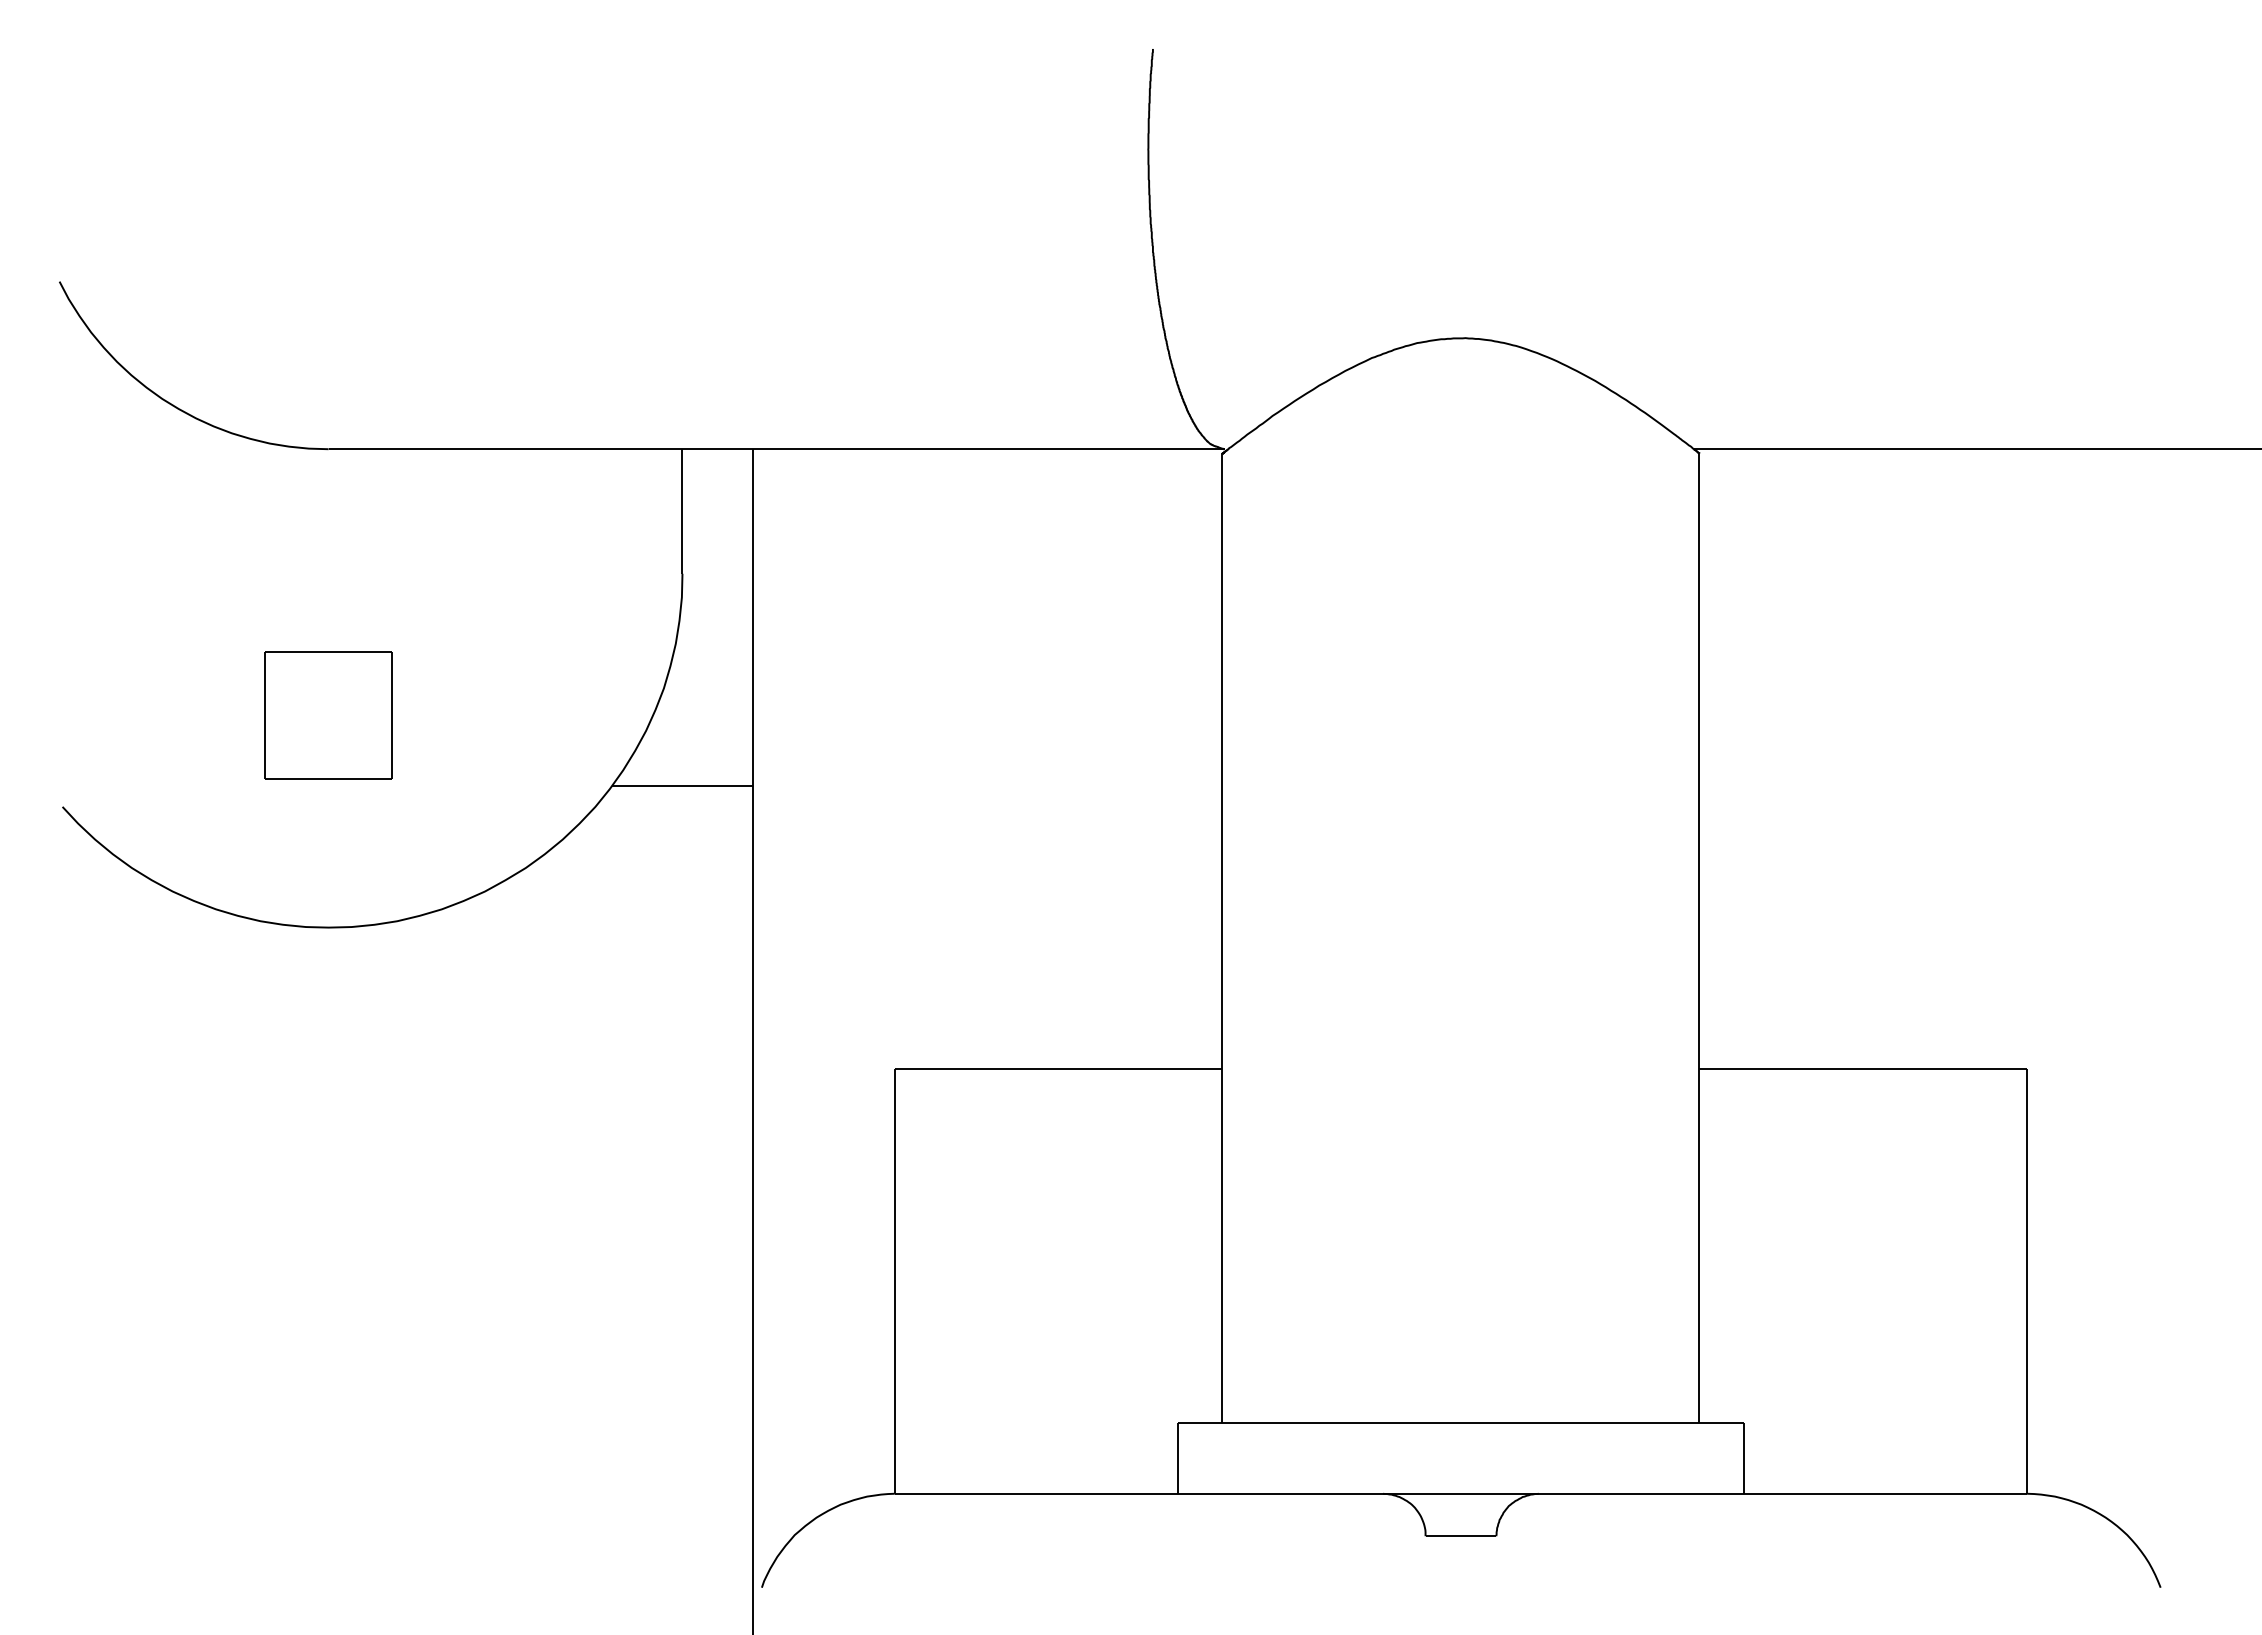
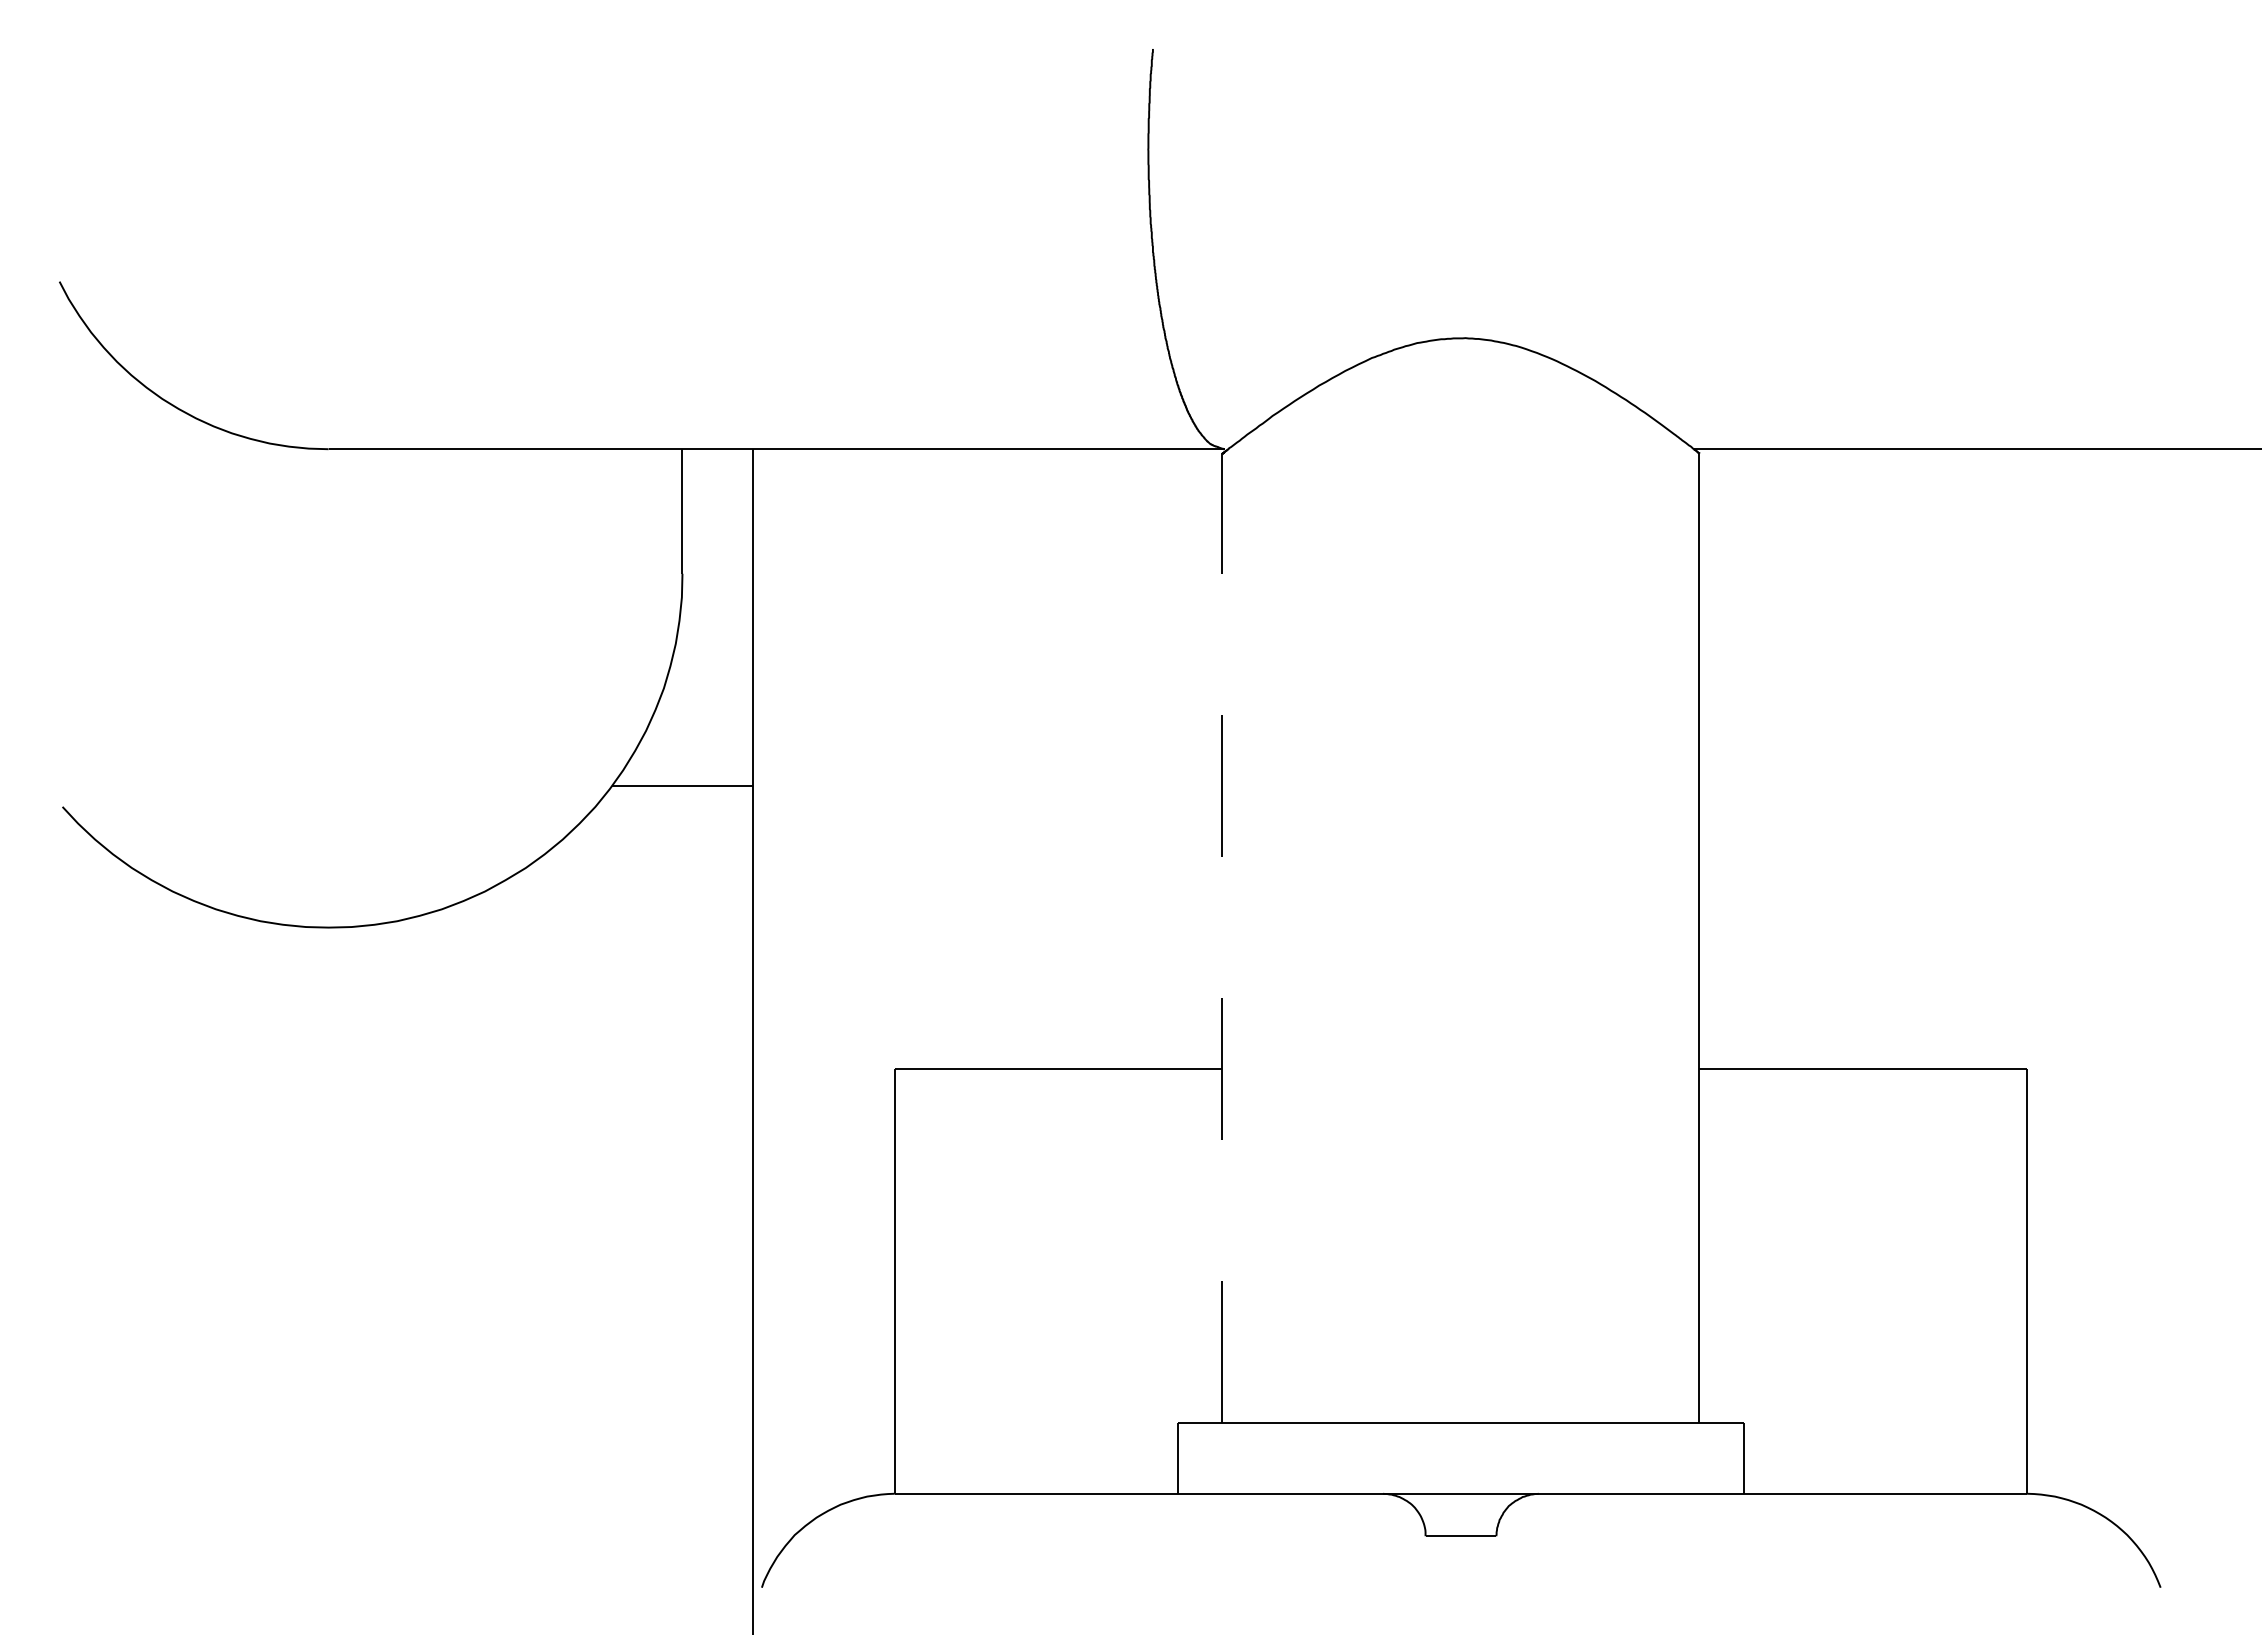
part at (328, 715): present -> none
line at (1222, 938): solid -> dashed
